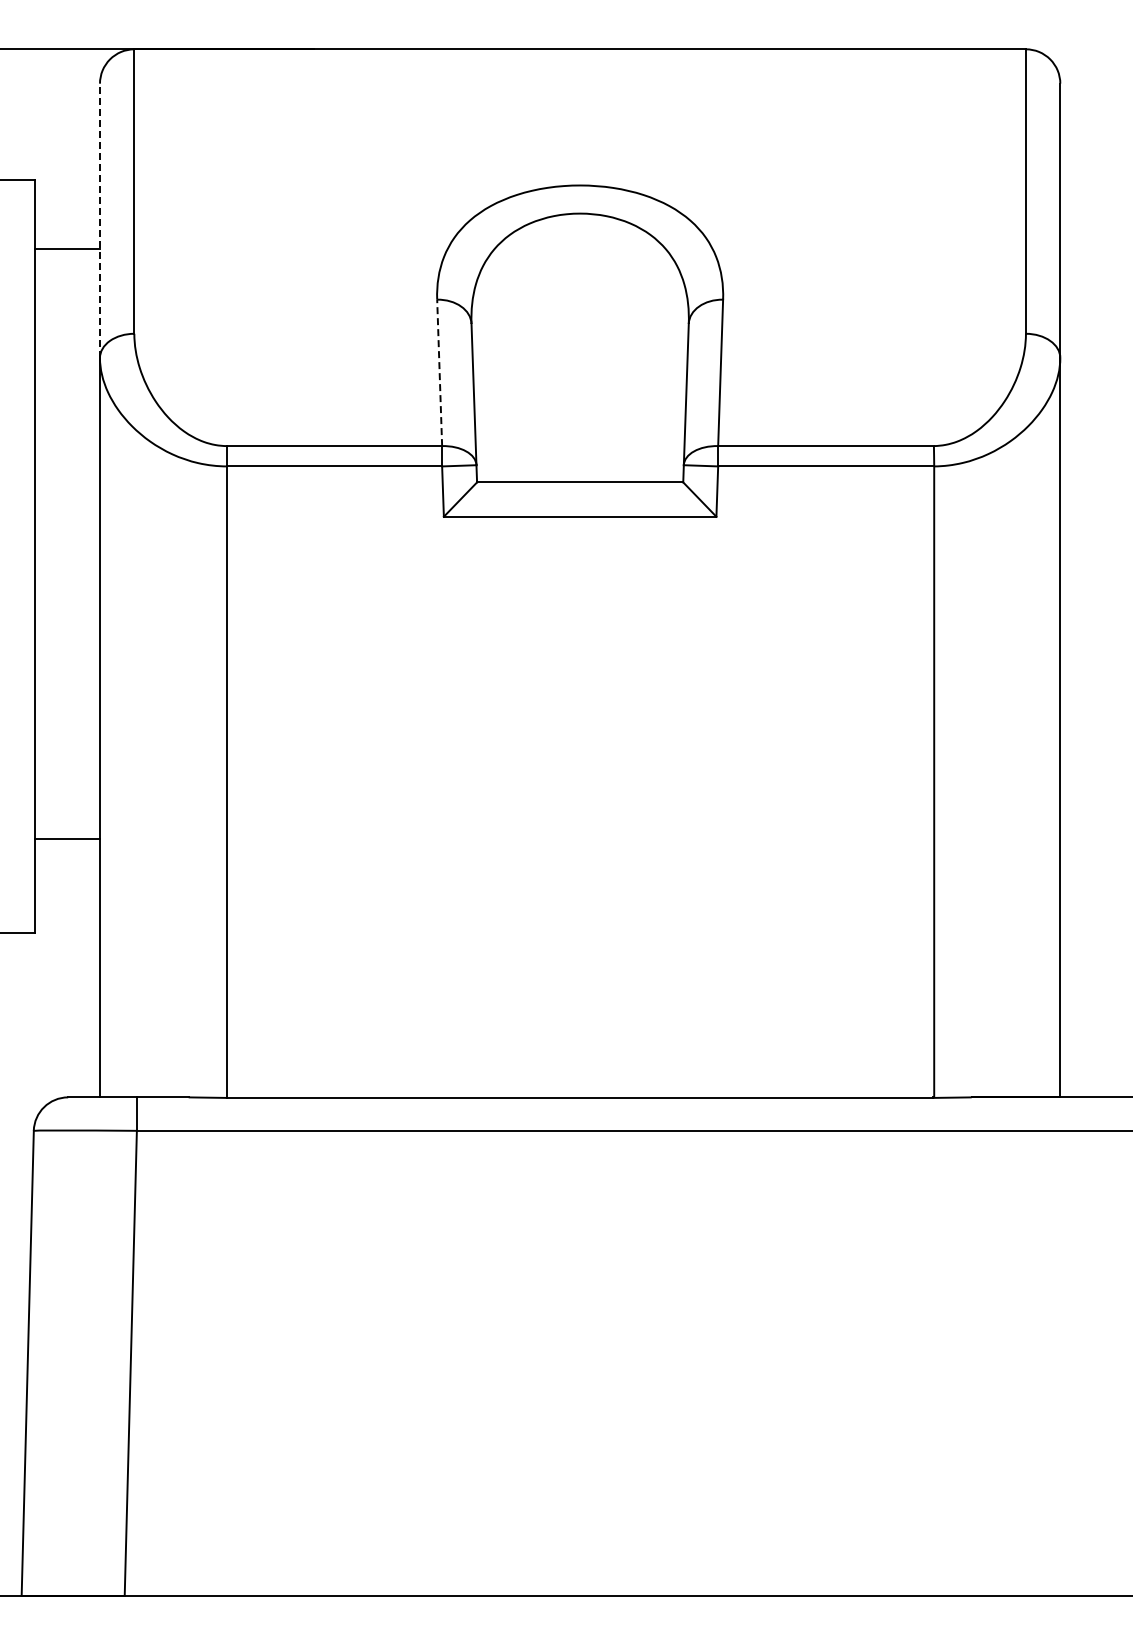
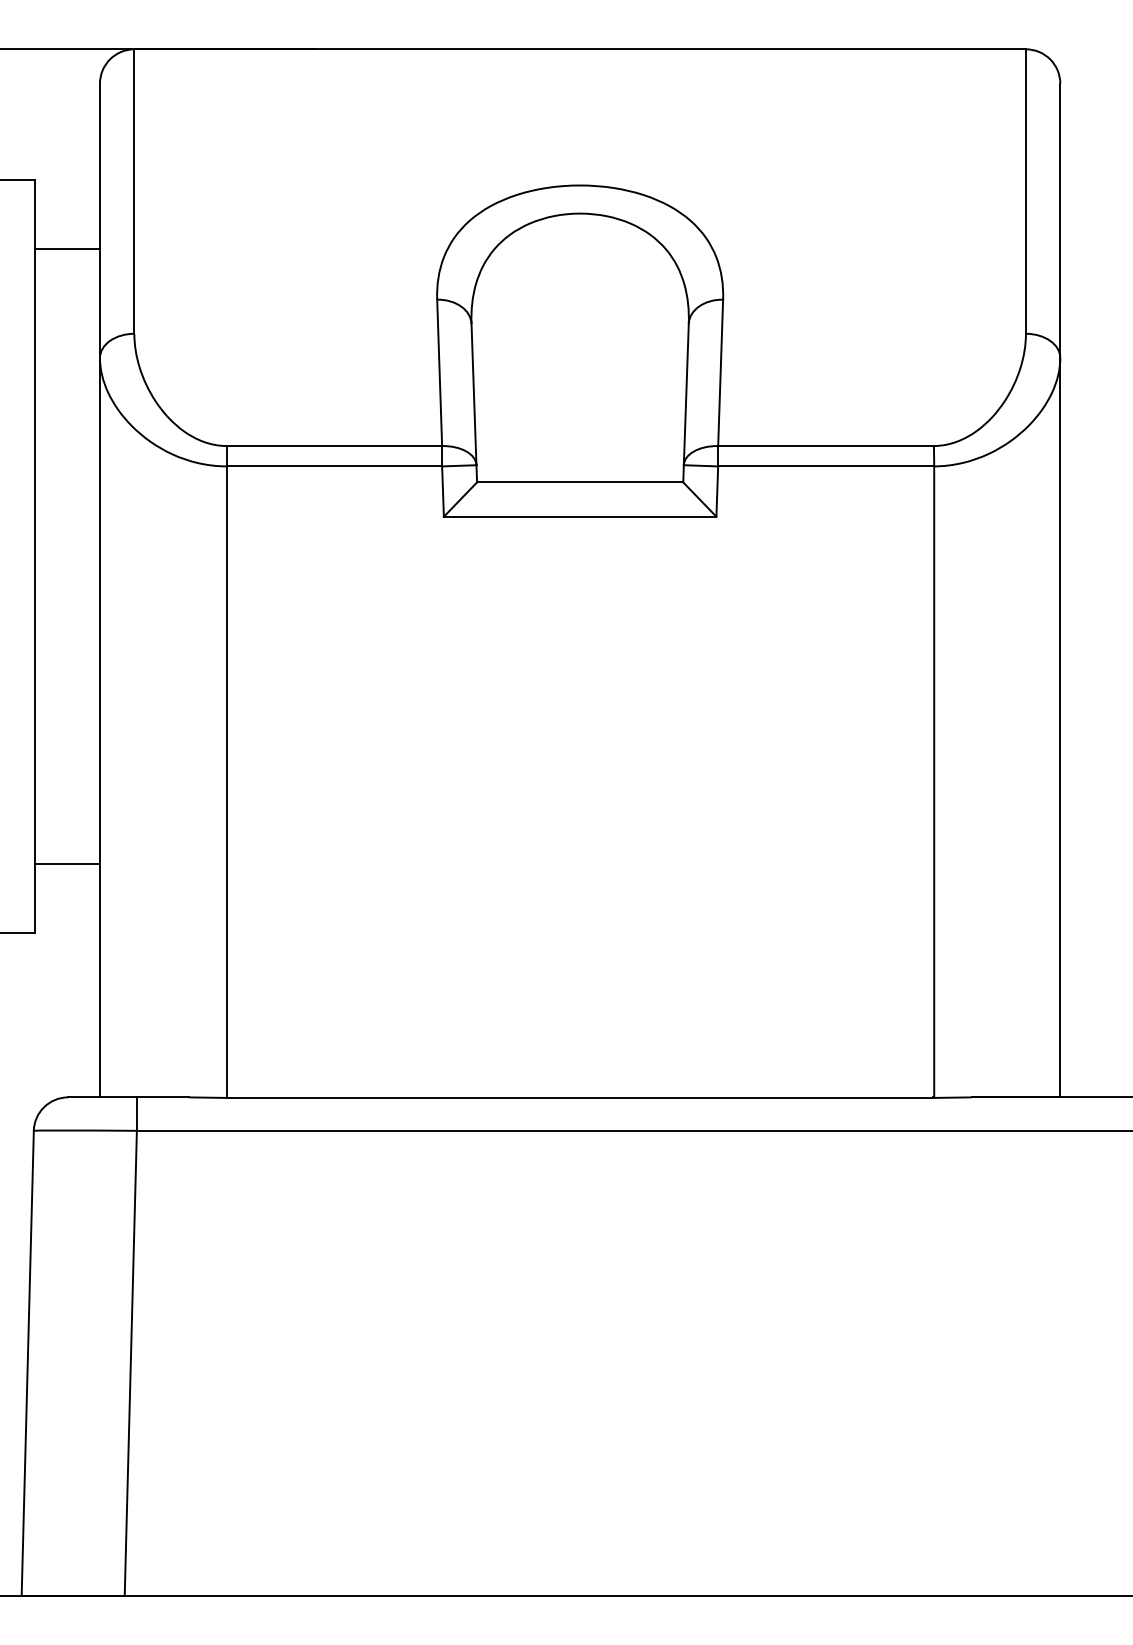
line at (99, 220): dashed -> solid
line at (439, 372): dashed -> solid
line at (66, 839) position: (66, 839) -> (66, 864)
